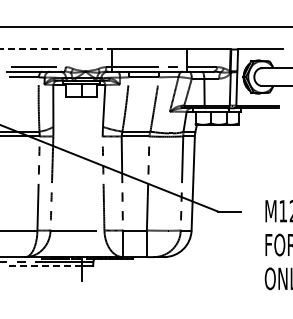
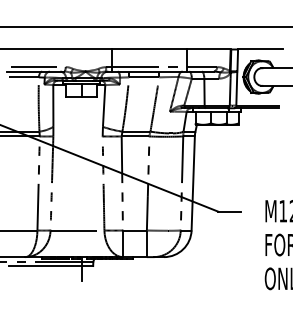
line at (56, 49): dashed -> solid
line at (45, 266): dashed -> solid
